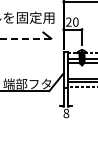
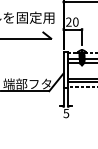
line at (25, 38): dashed -> solid
text at (66, 112): 8 -> 5
